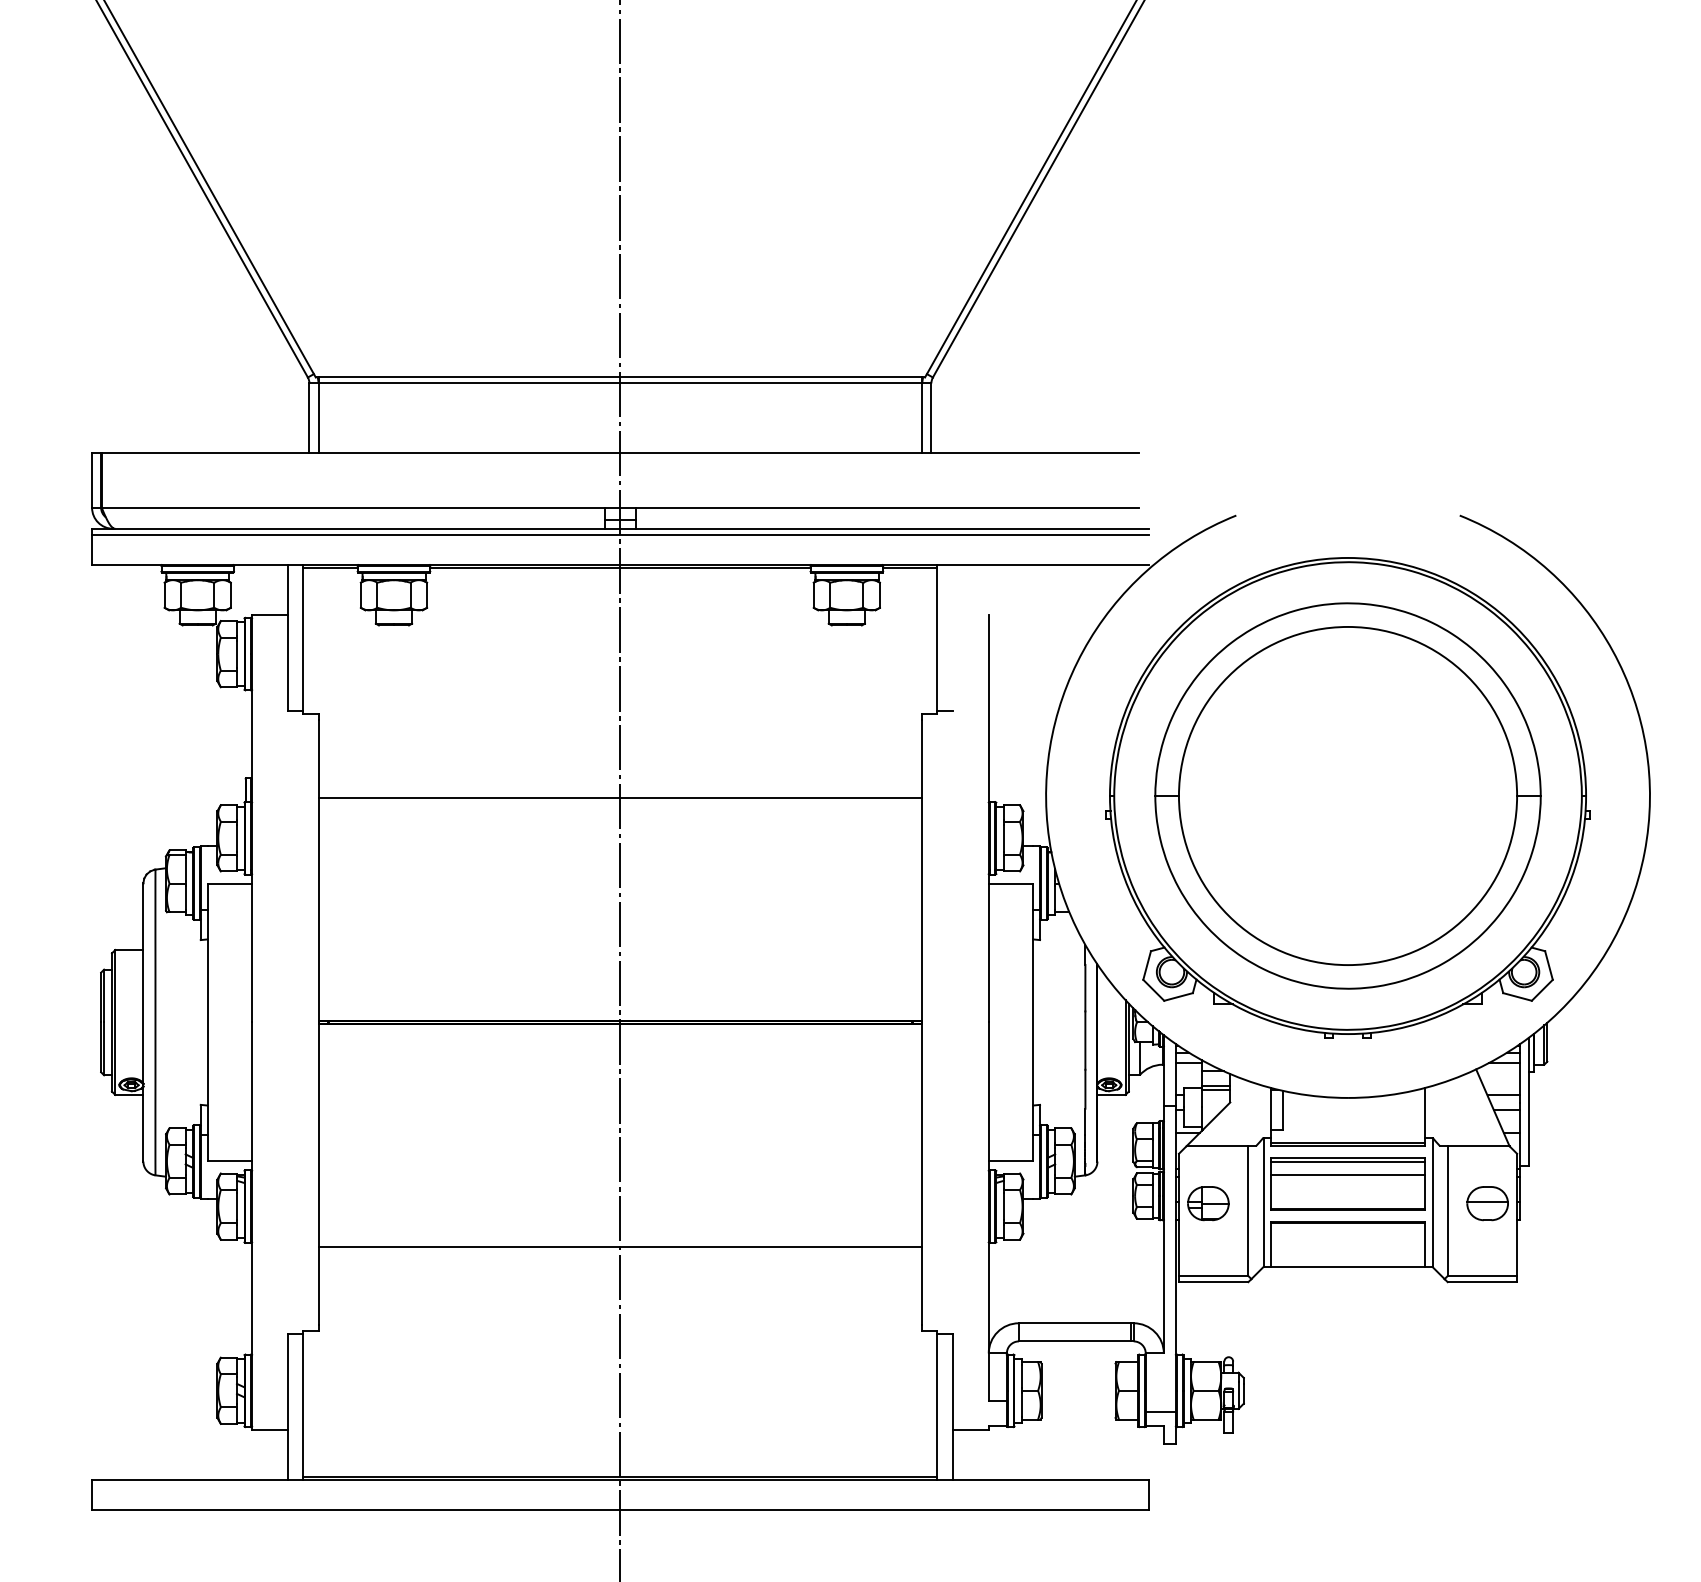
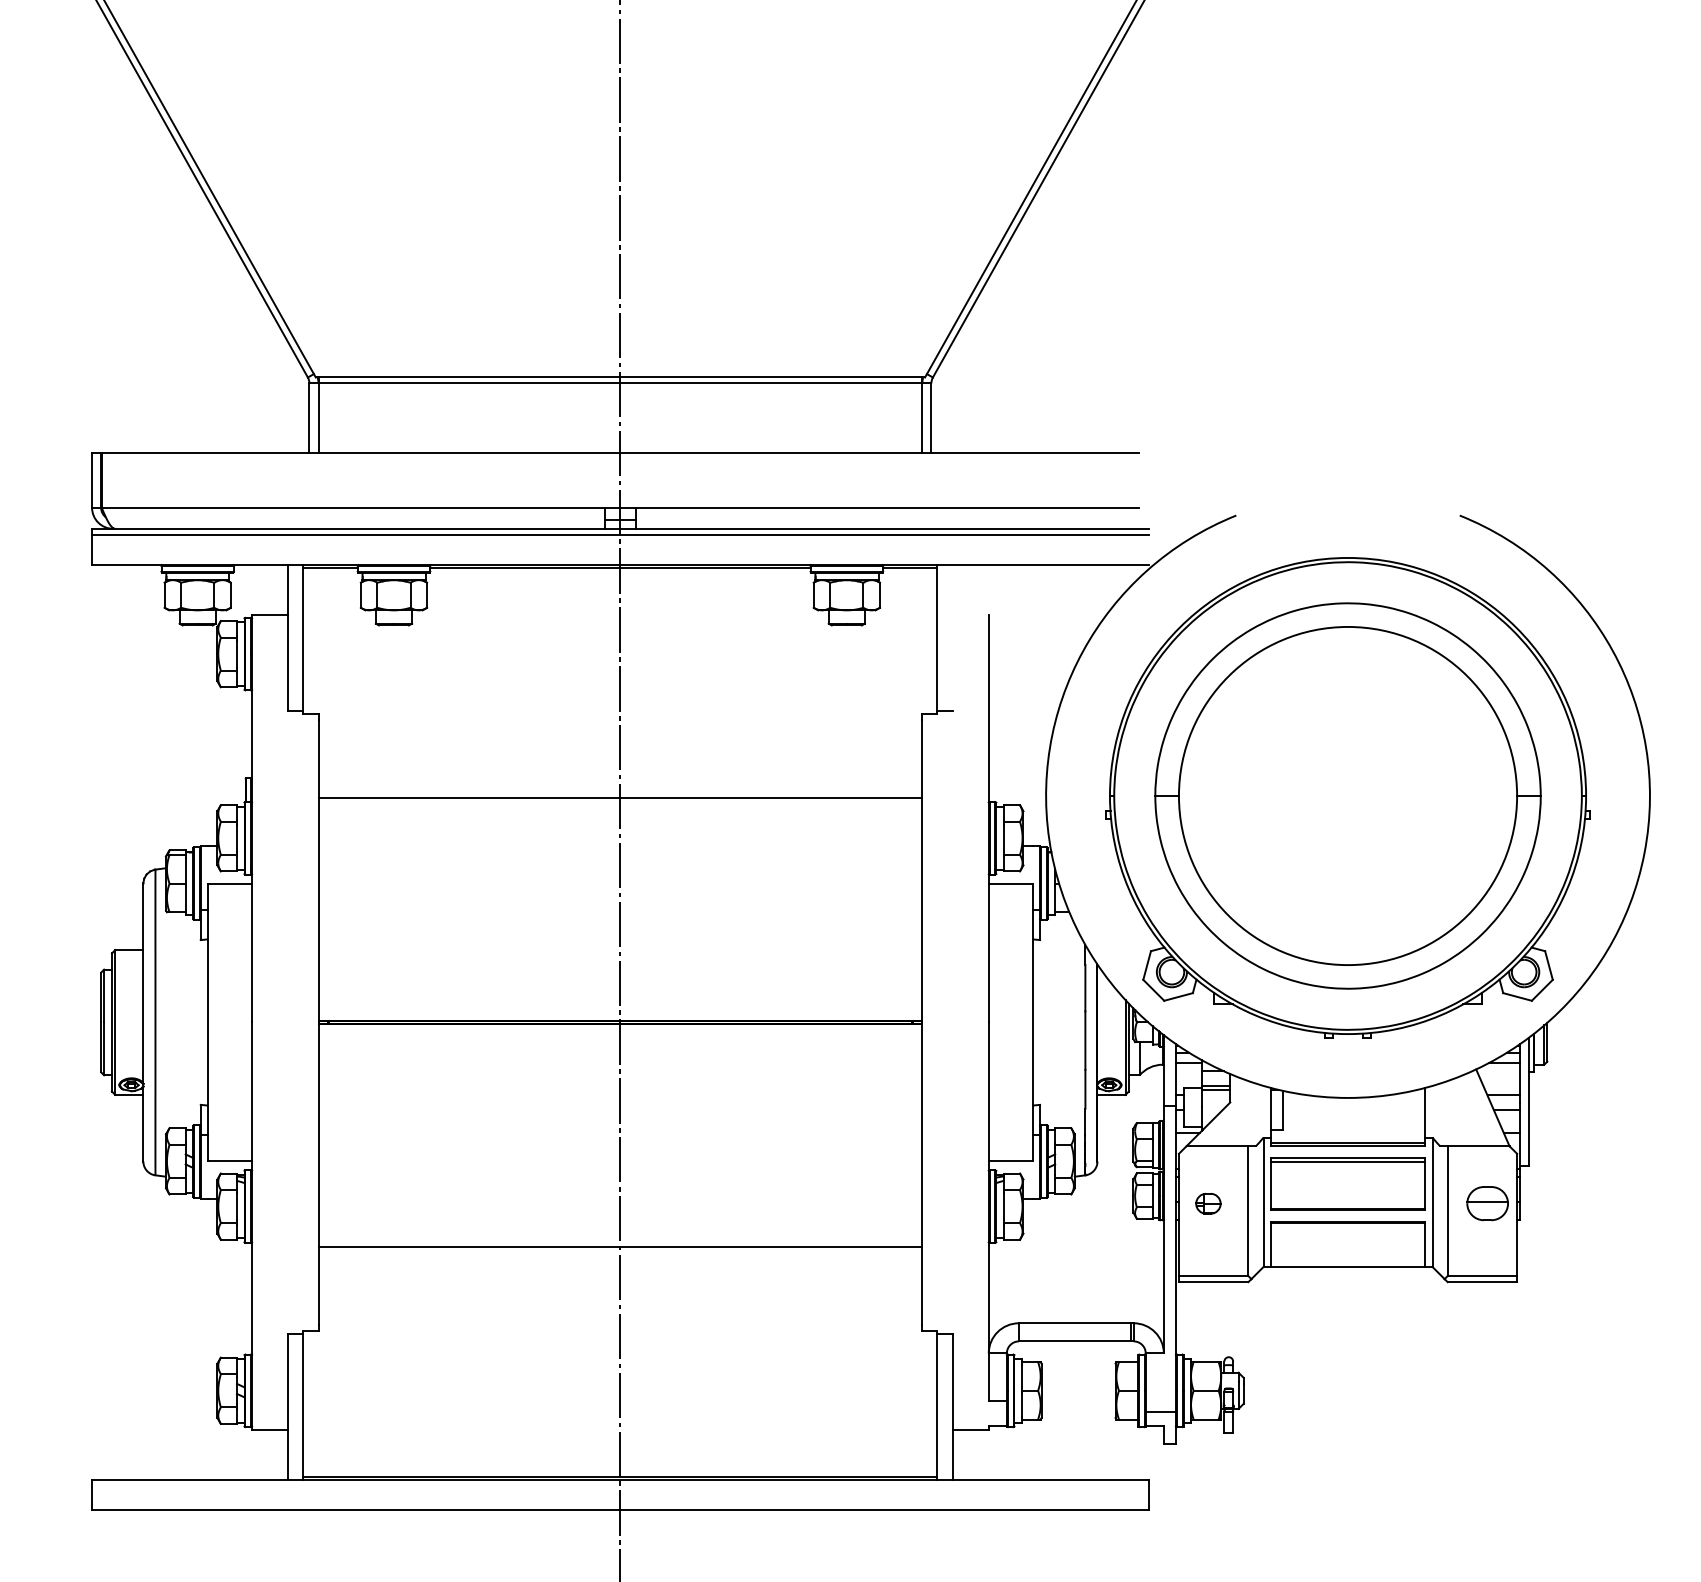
line at (1348, 1174): present -> none
part at (1208, 1203) size: 43x36 px -> 27x23 px
